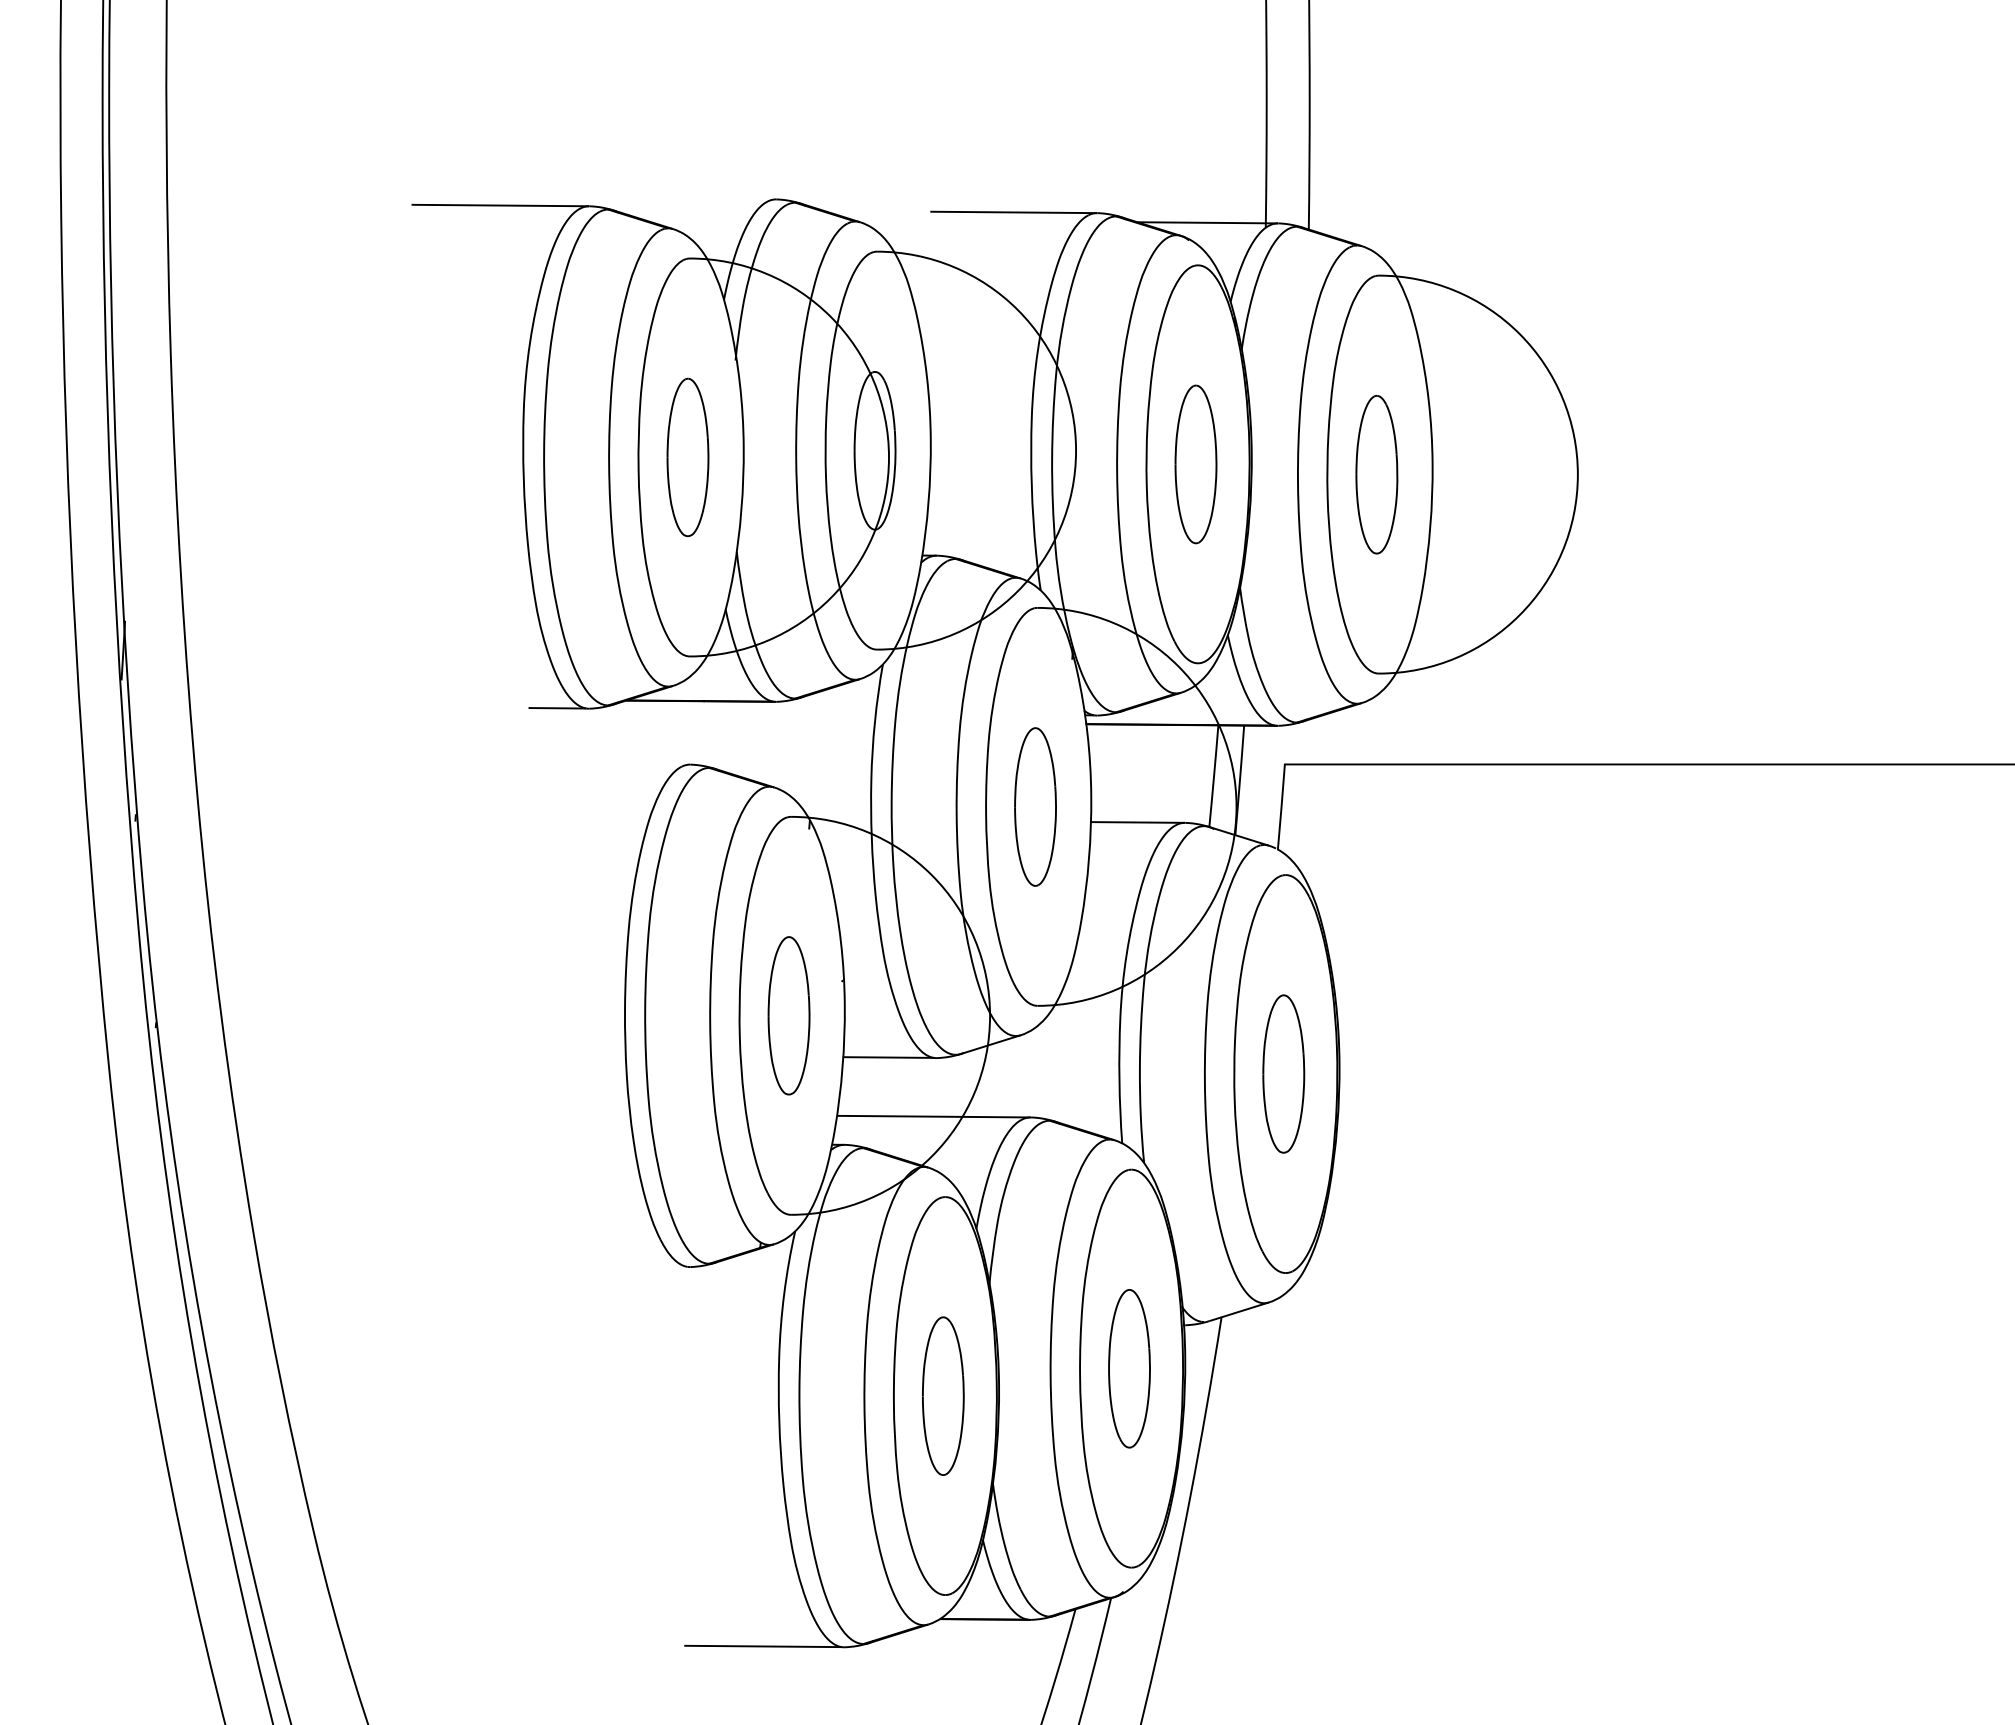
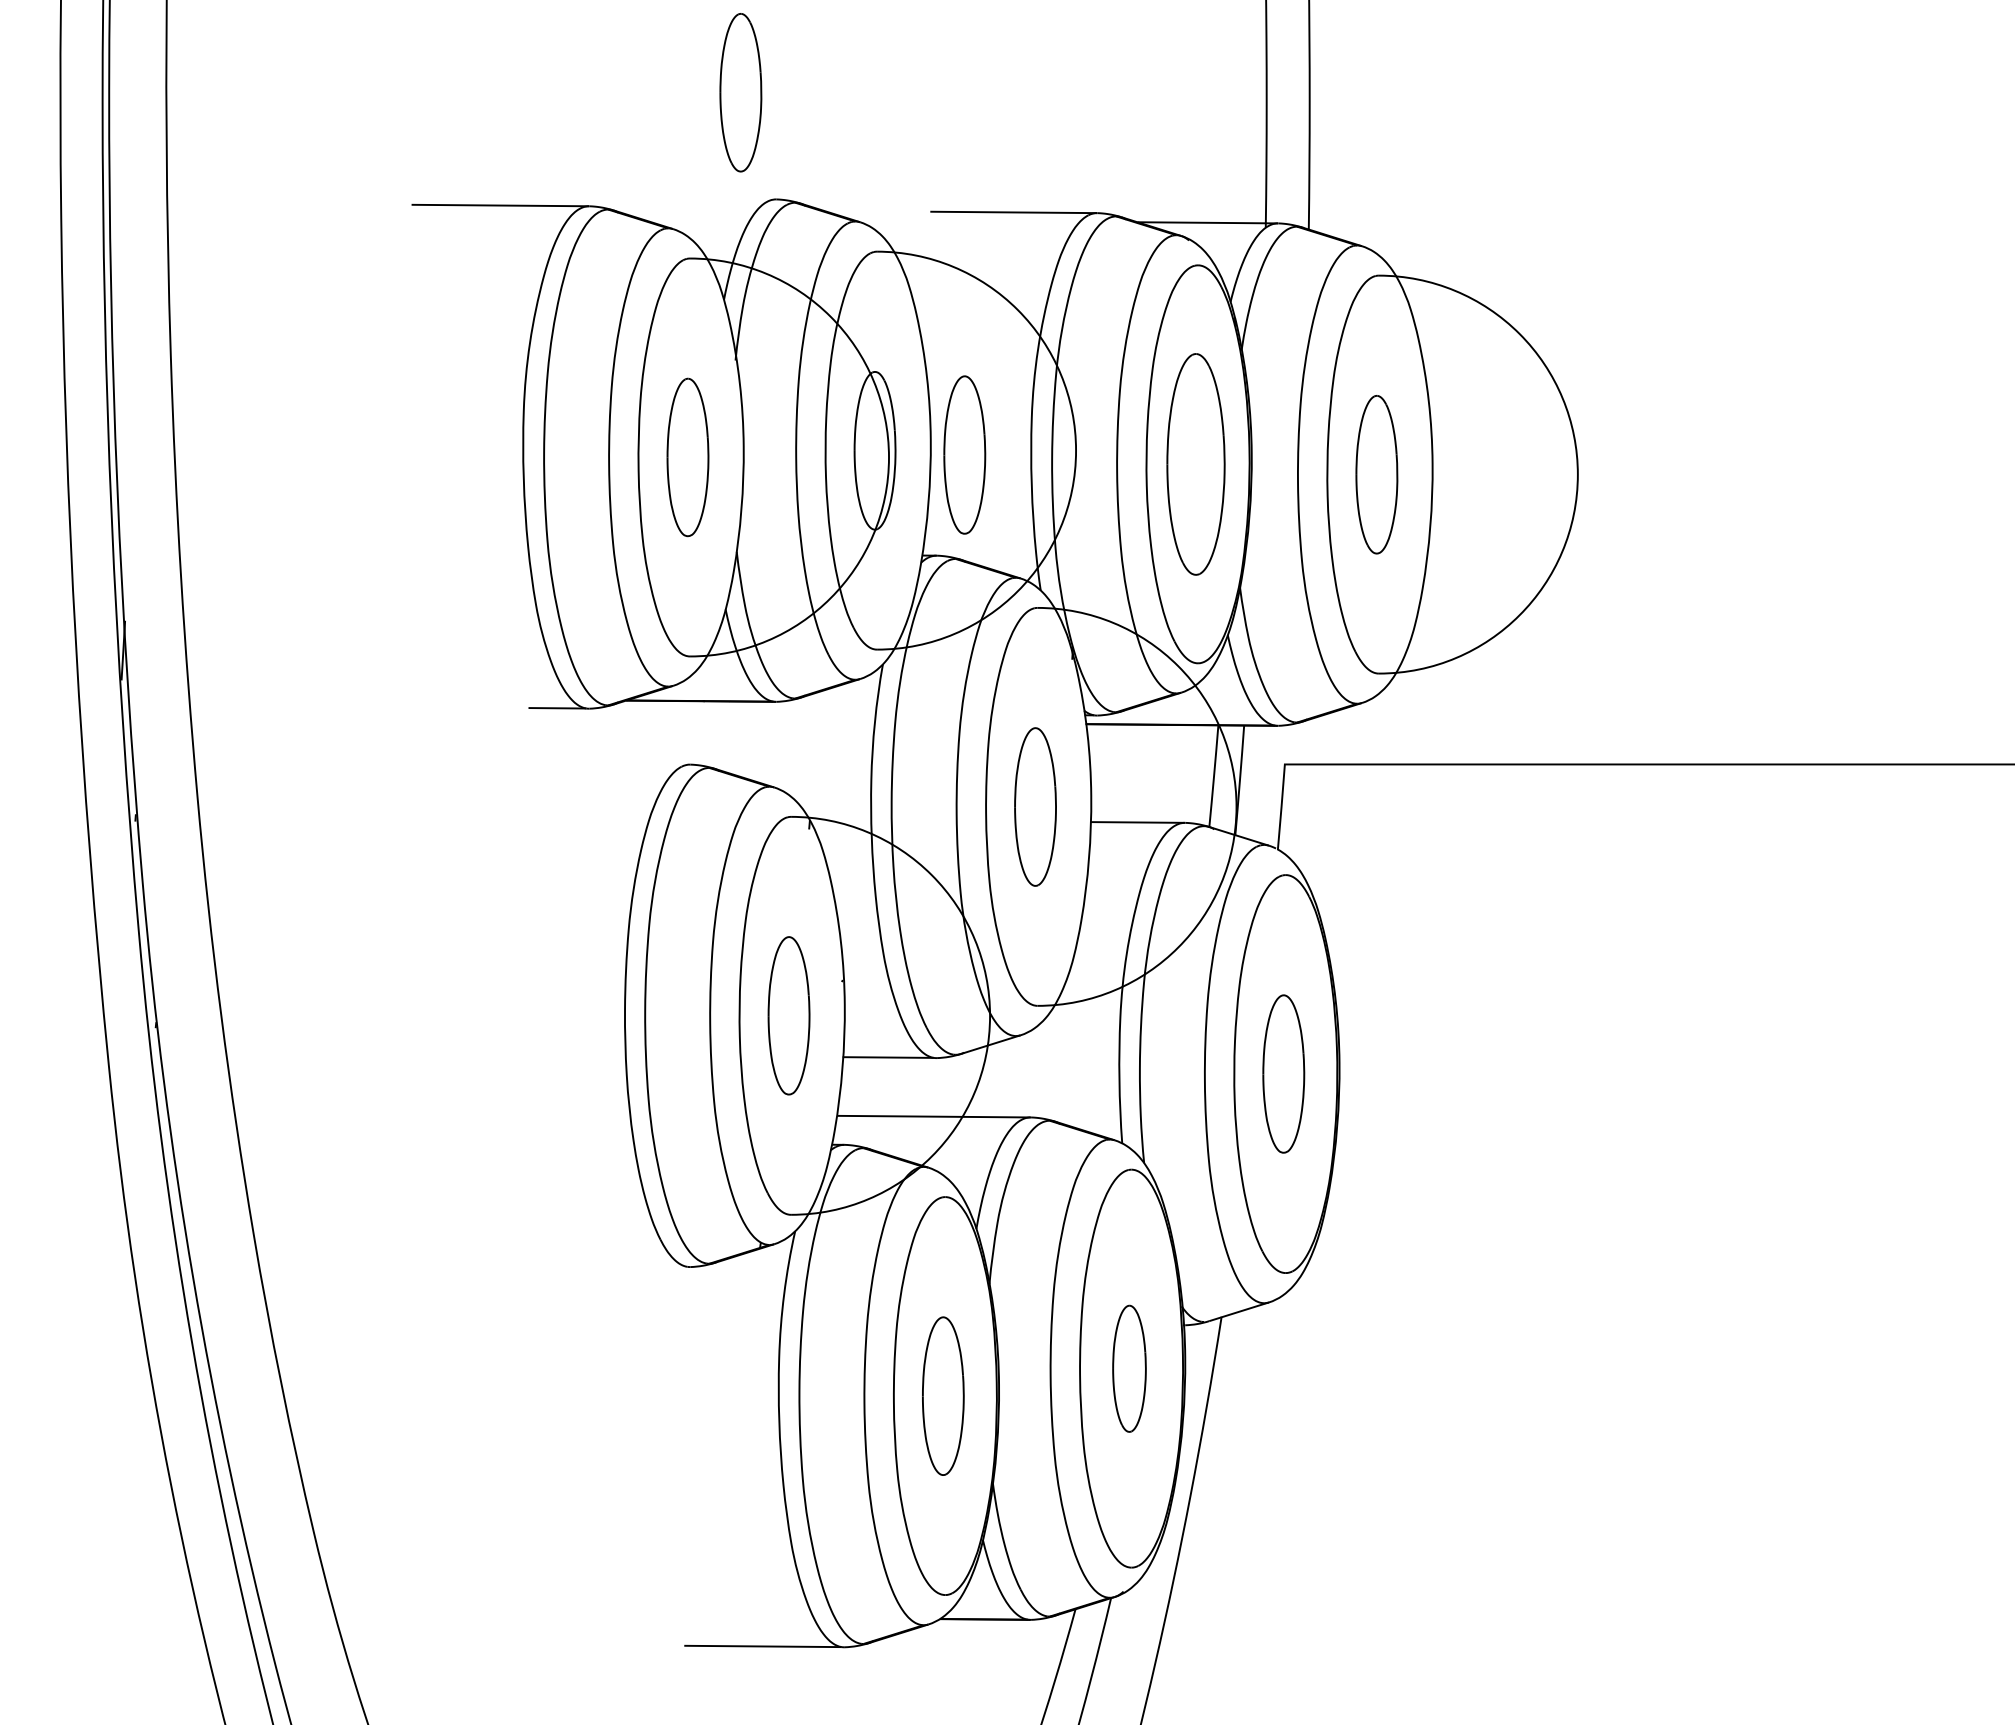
part at (740, 92): none -> present
part at (964, 454): none -> present
part at (1195, 464) size: 44x161 px -> 60x223 px
part at (1129, 1368) size: 43x160 px -> 35x129 px
